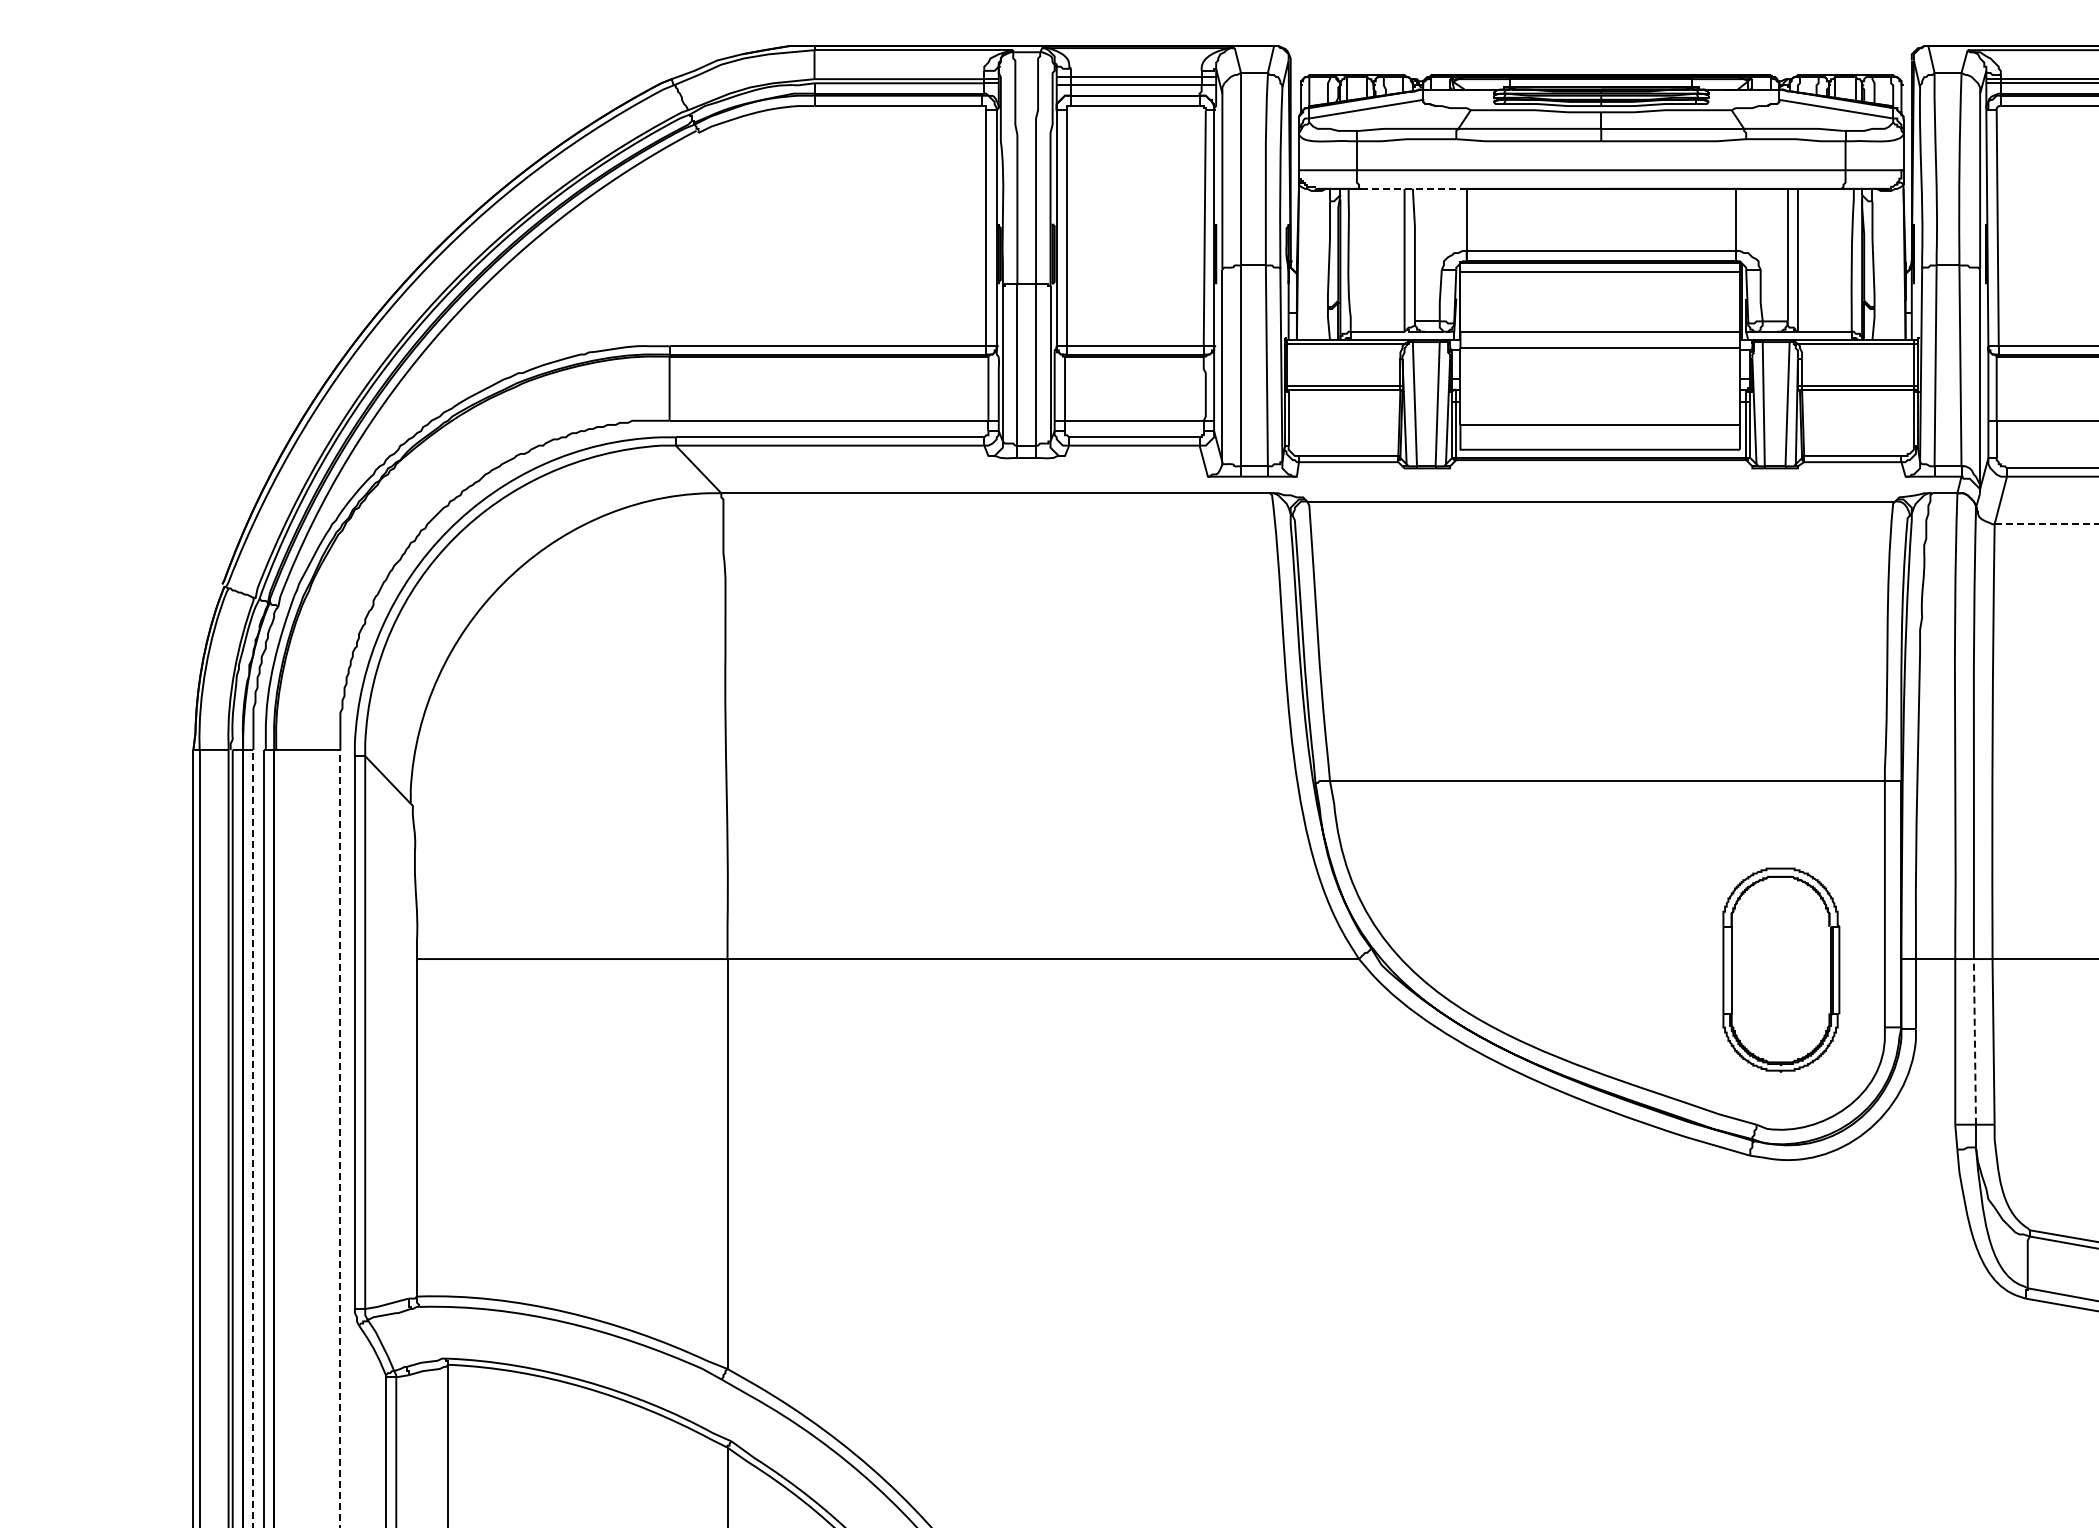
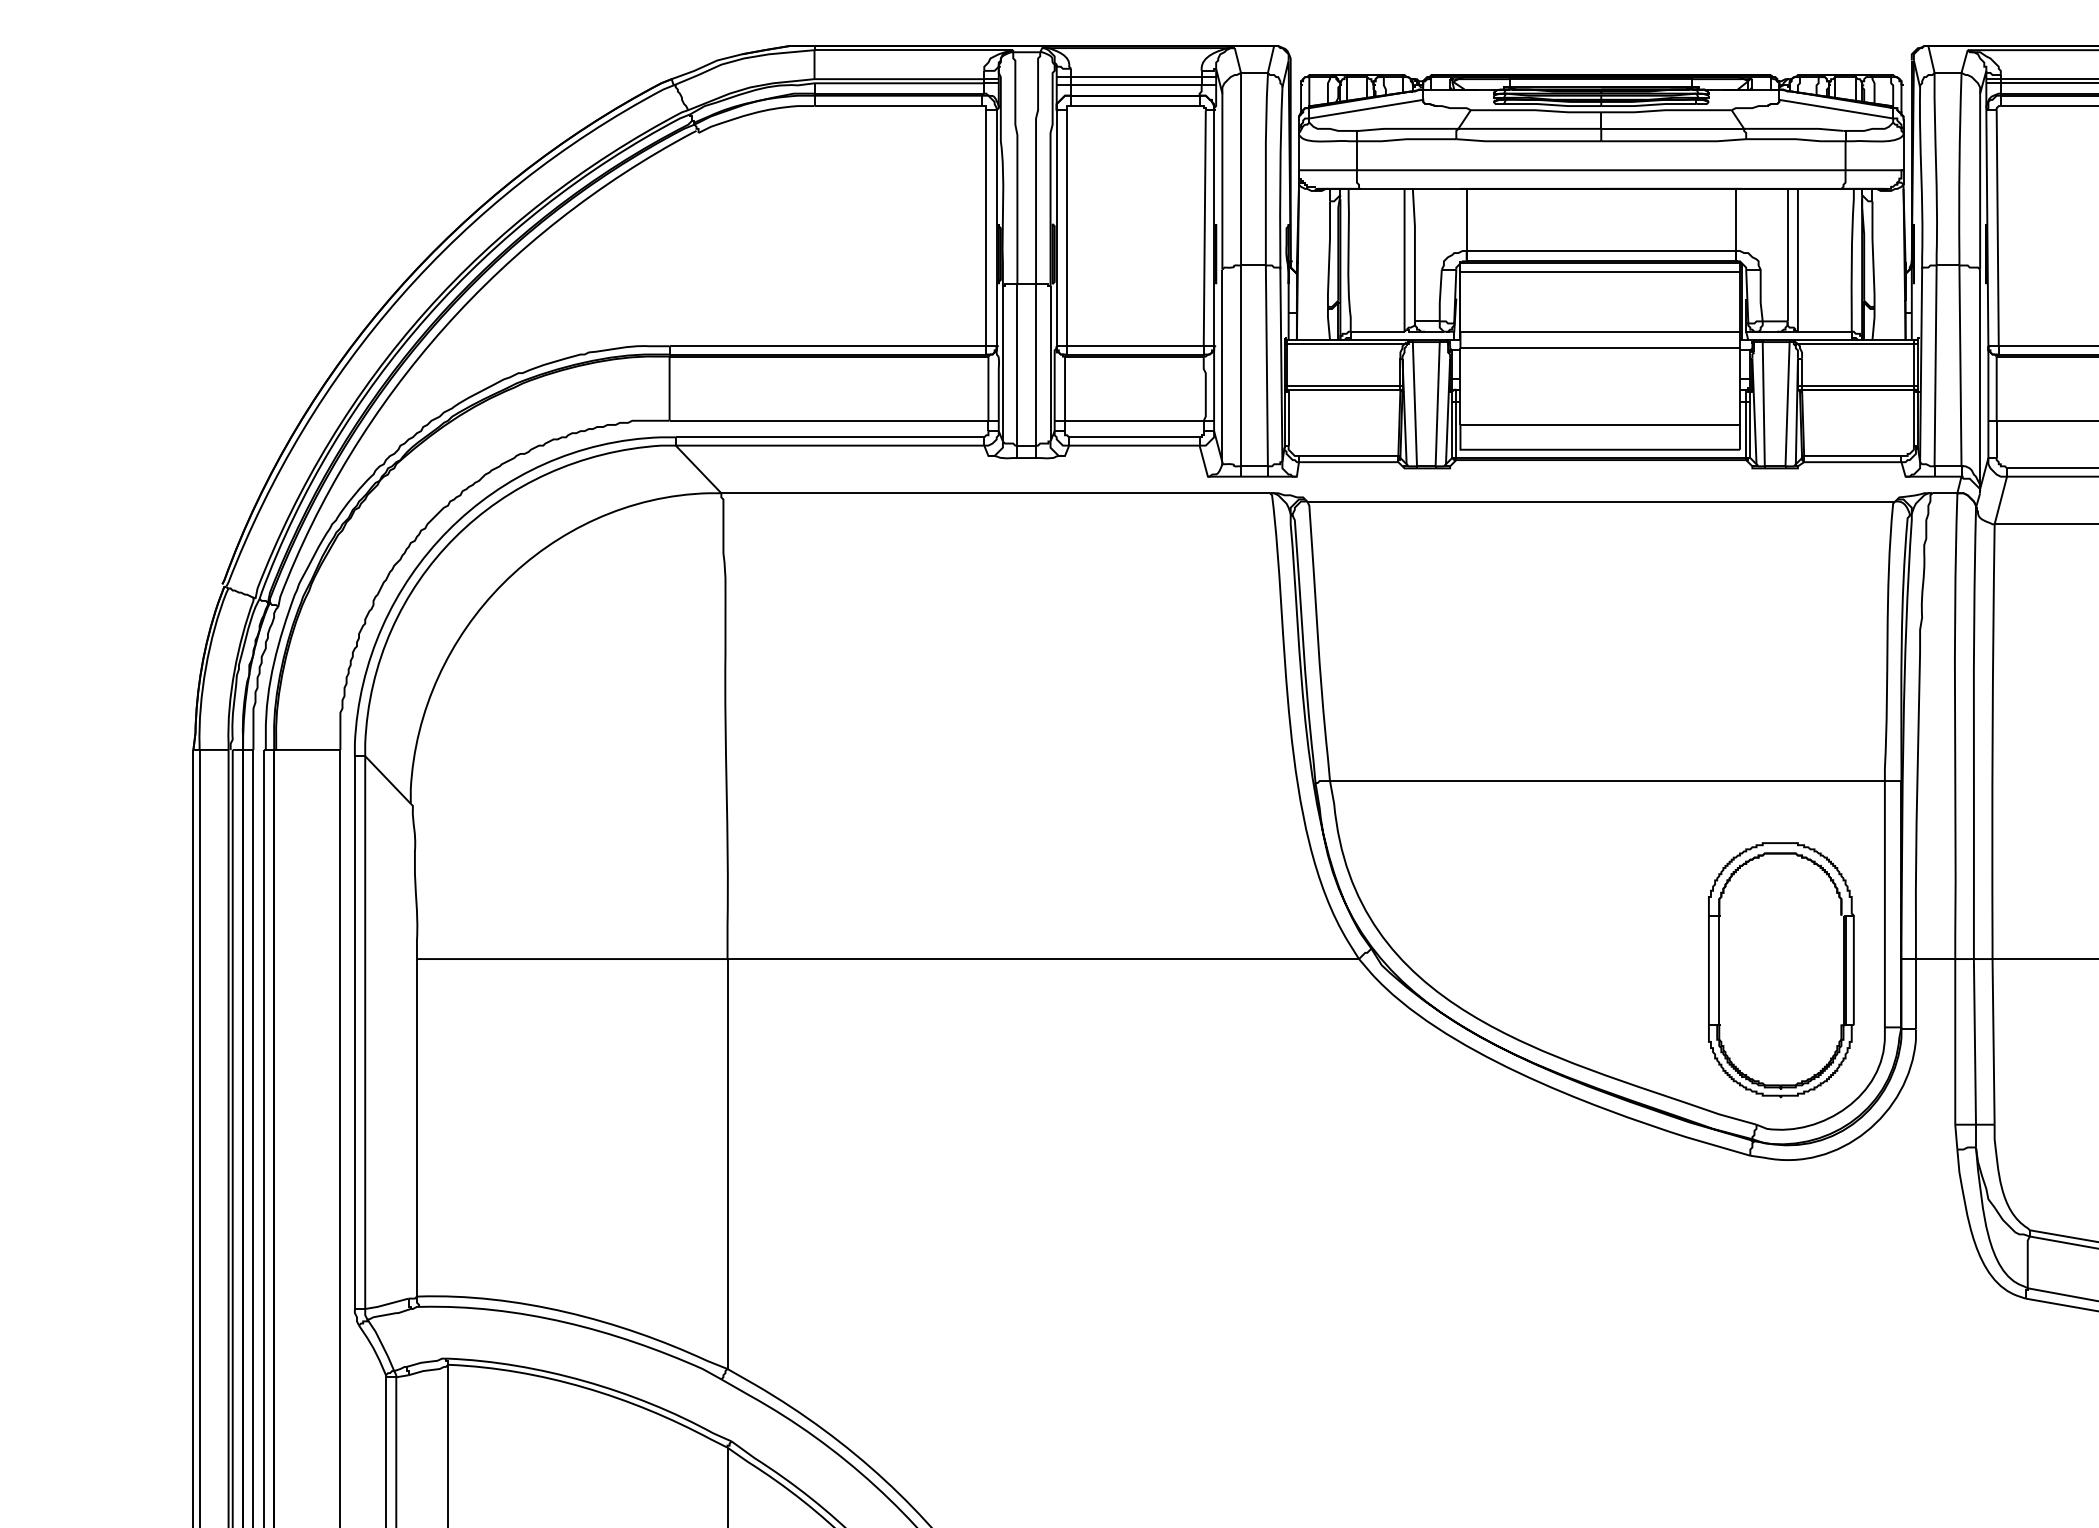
line at (1410, 188): dashed -> solid
line at (2046, 524): dashed -> solid
part at (1781, 969) size: 119x206 px -> 147x257 px
line at (1974, 1041): dashed -> solid
line at (253, 1138): dashed -> solid
line at (340, 1138): dashed -> solid
